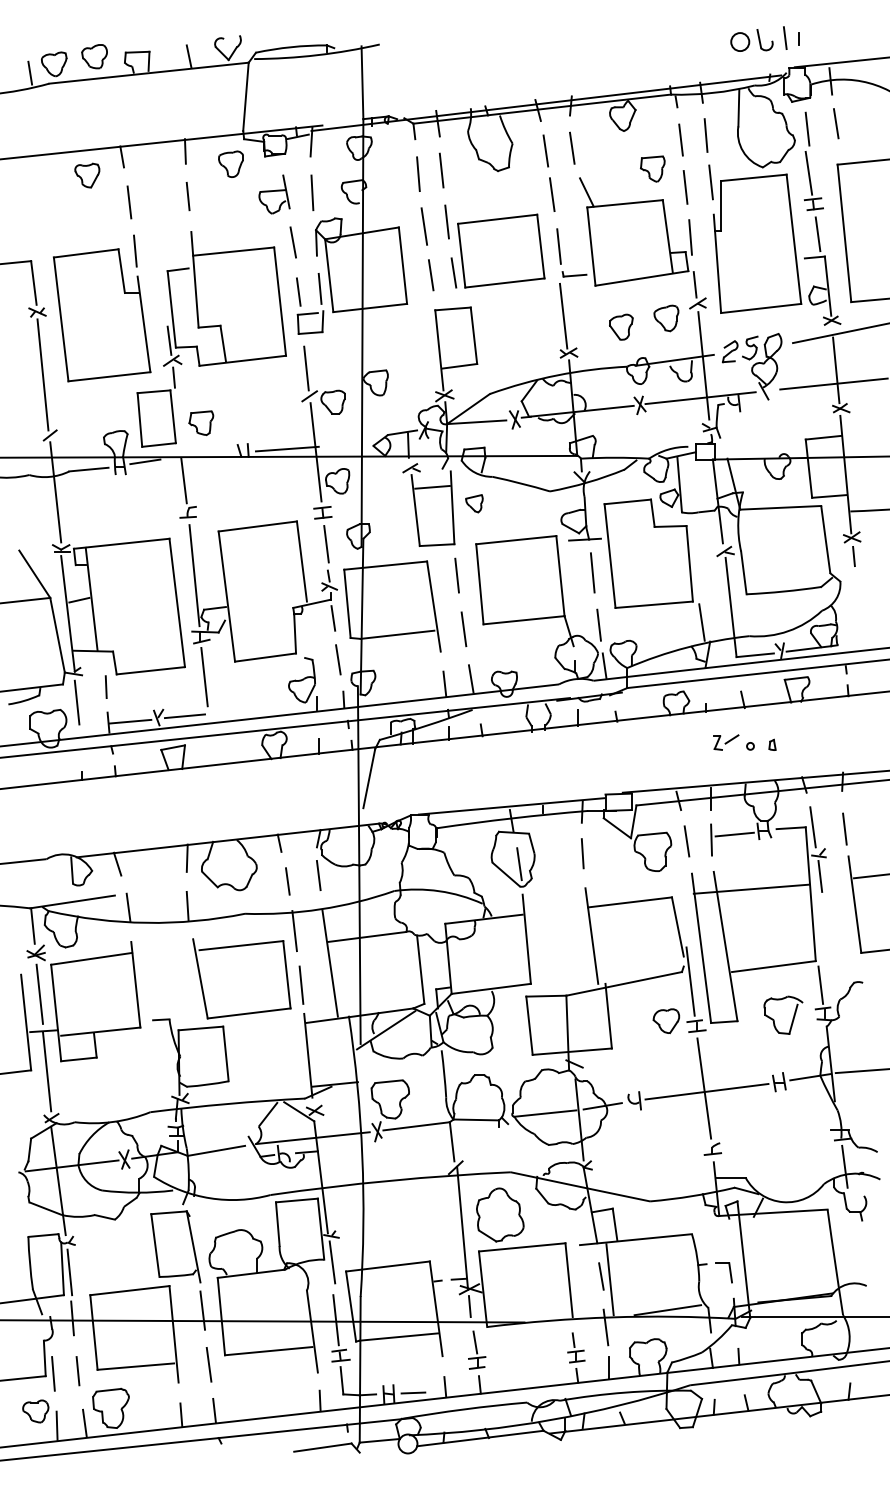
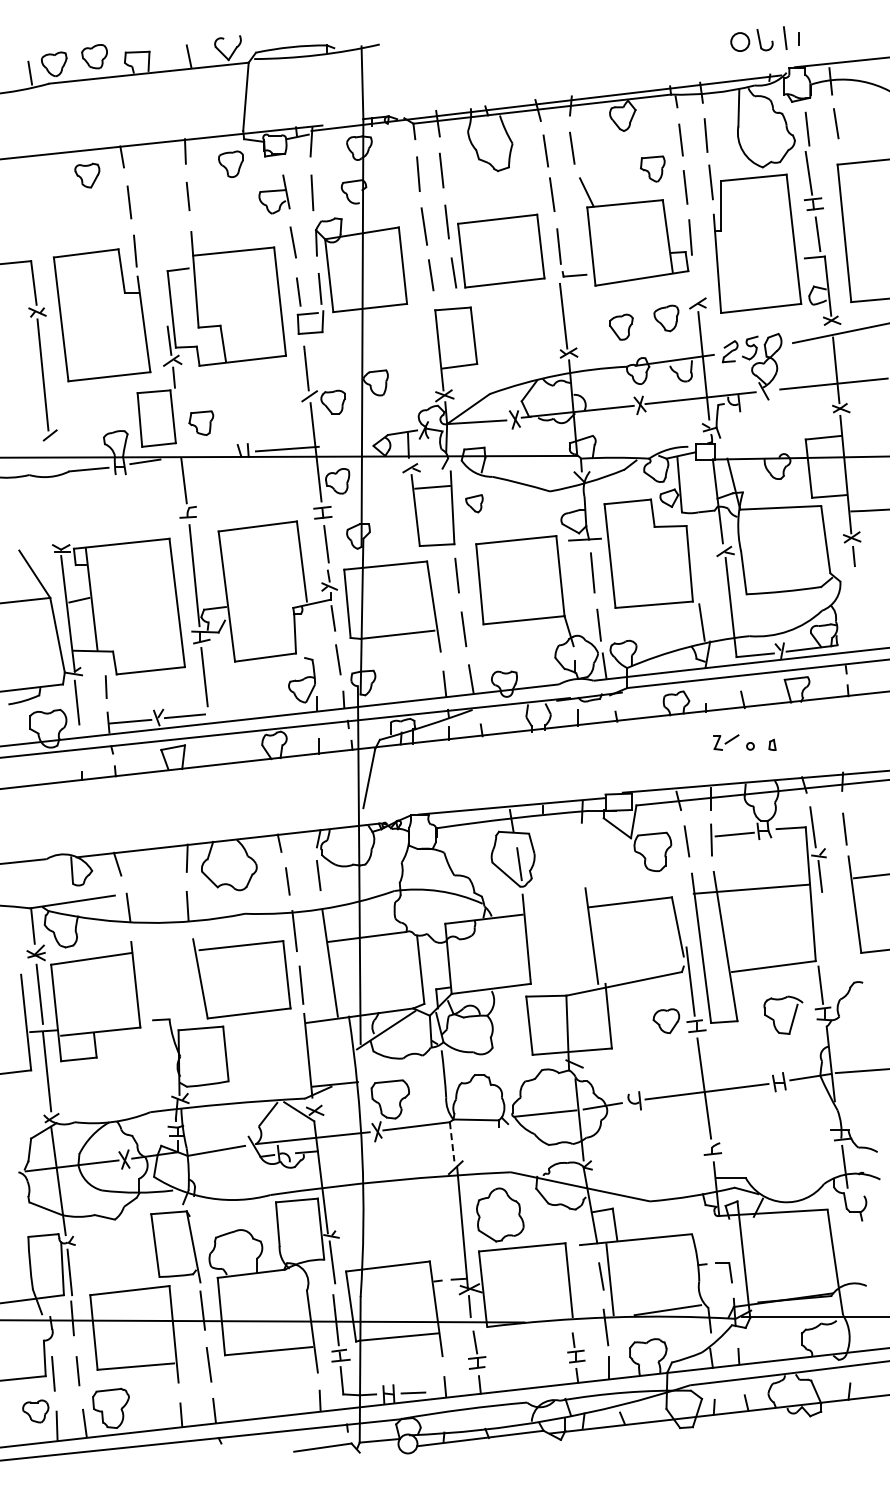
line at (694, 284): present -> none
line at (55, 492): present -> none
line at (582, 853): present -> none
line at (452, 1141): solid -> dashed
